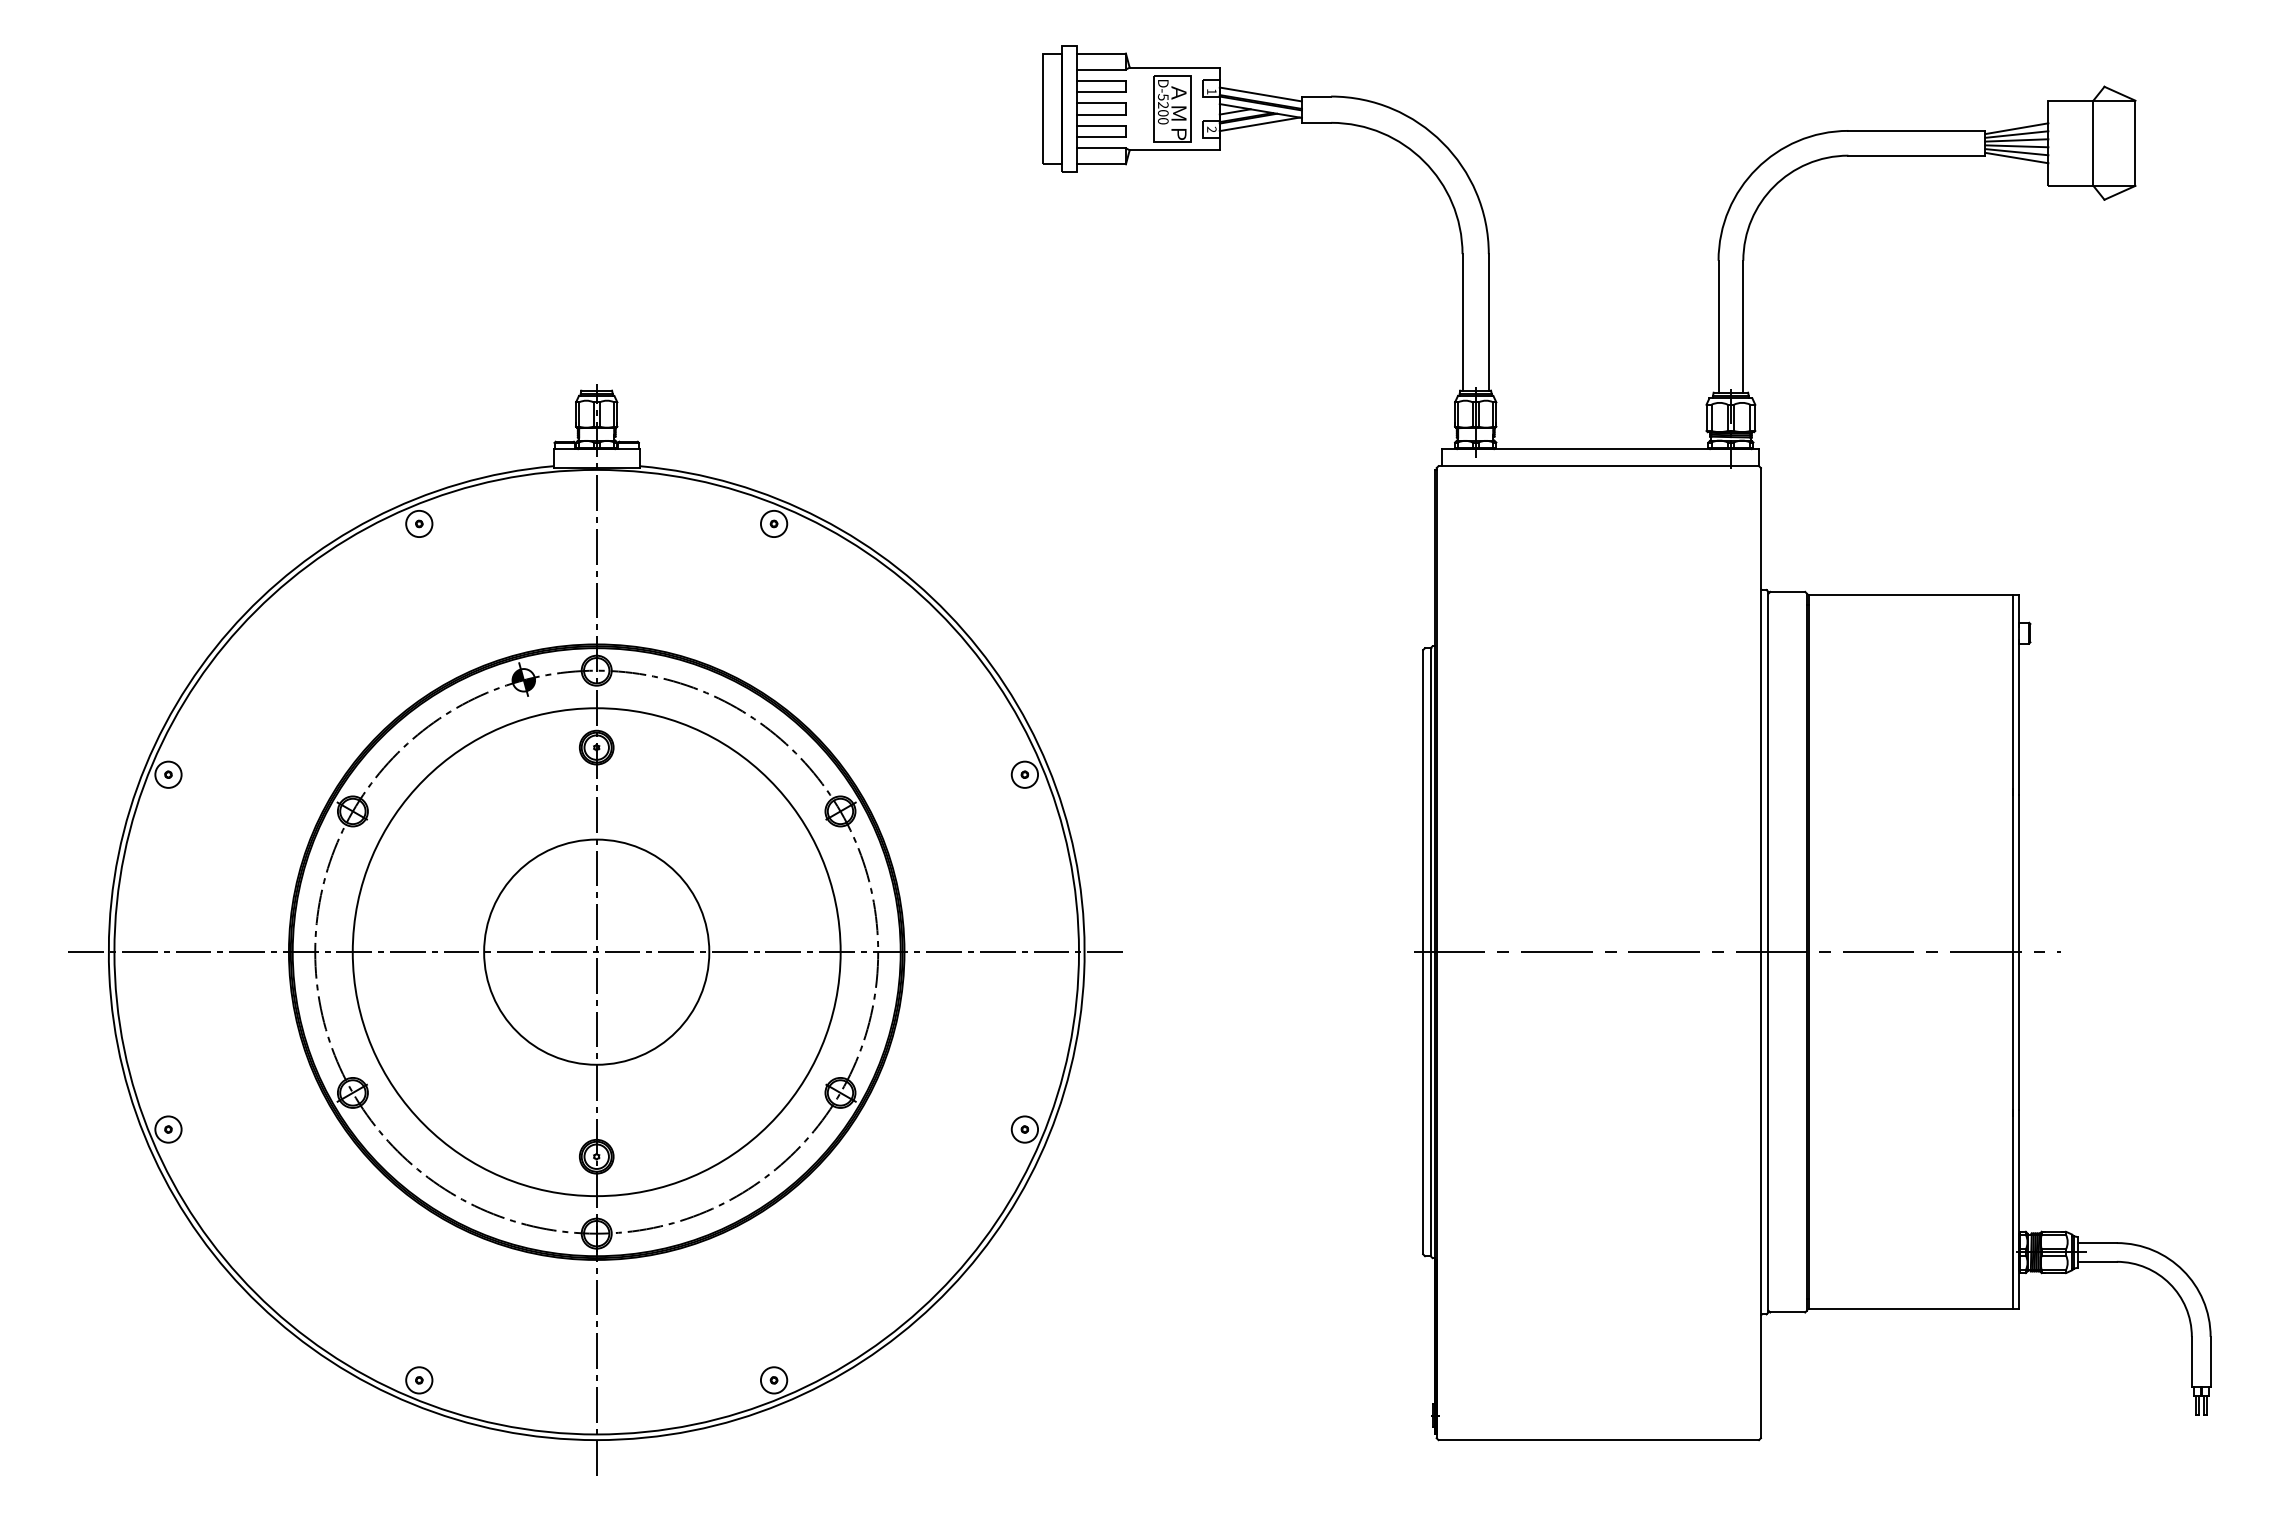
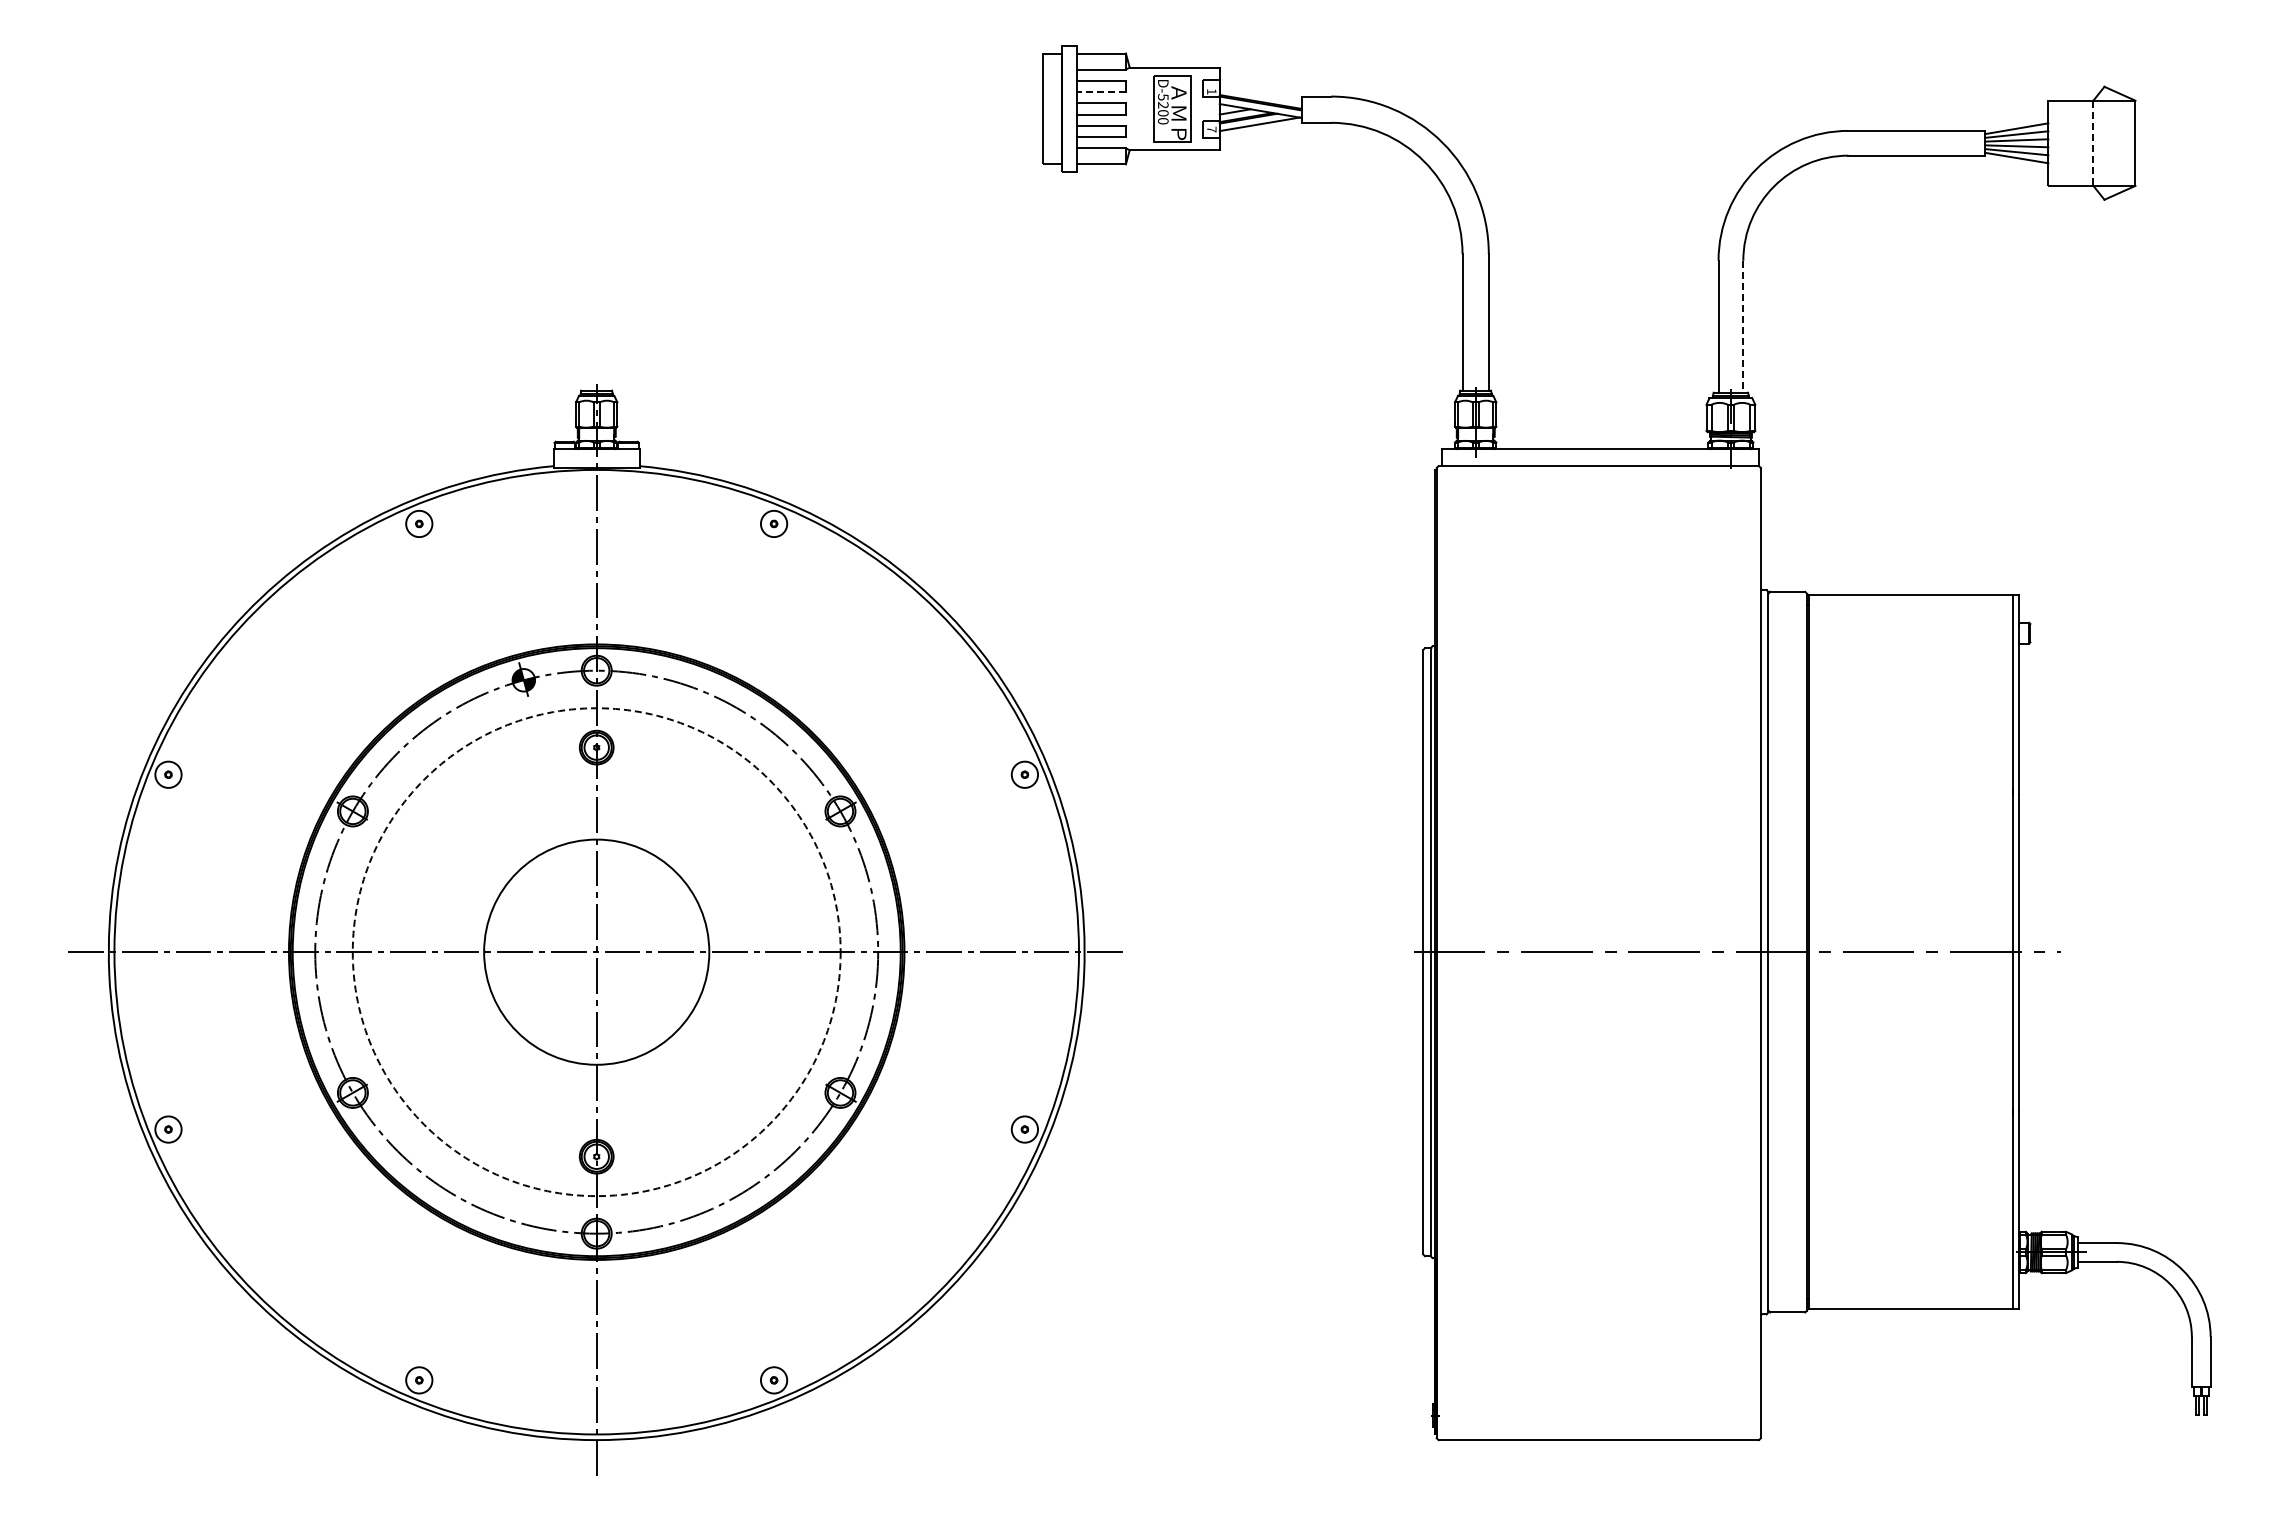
line at (1101, 92): solid -> dashed
line at (1260, 94): present -> none
text at (1211, 129): 2 -> 7
line at (2093, 143): solid -> dashed
line at (1743, 326): solid -> dashed
circle at (596, 952): solid -> dashed
